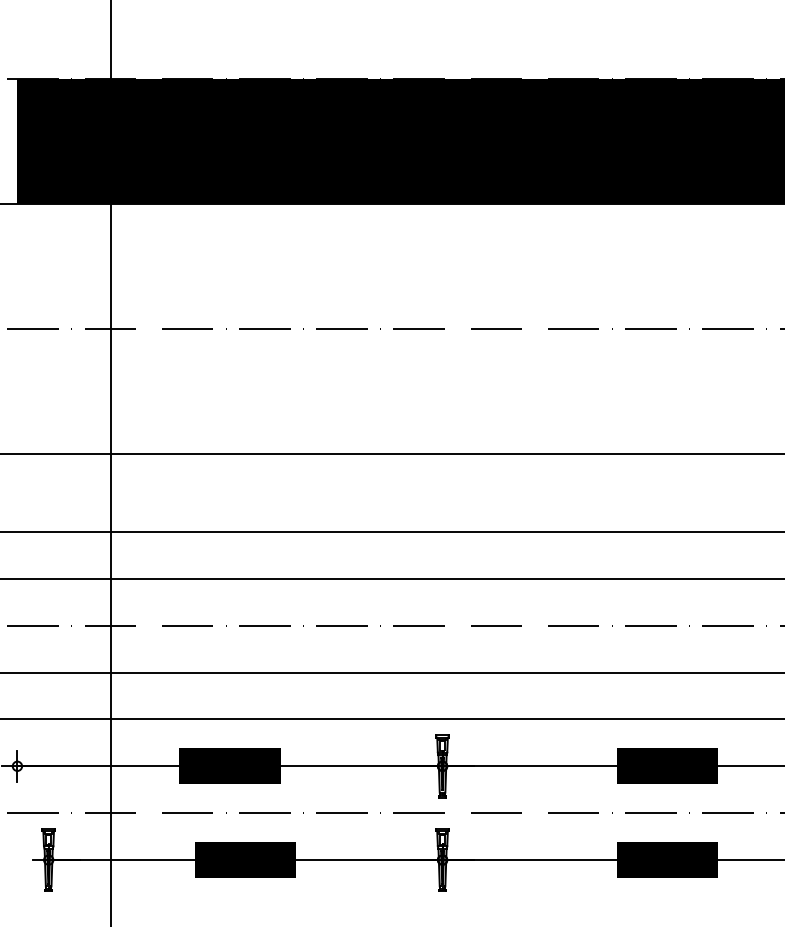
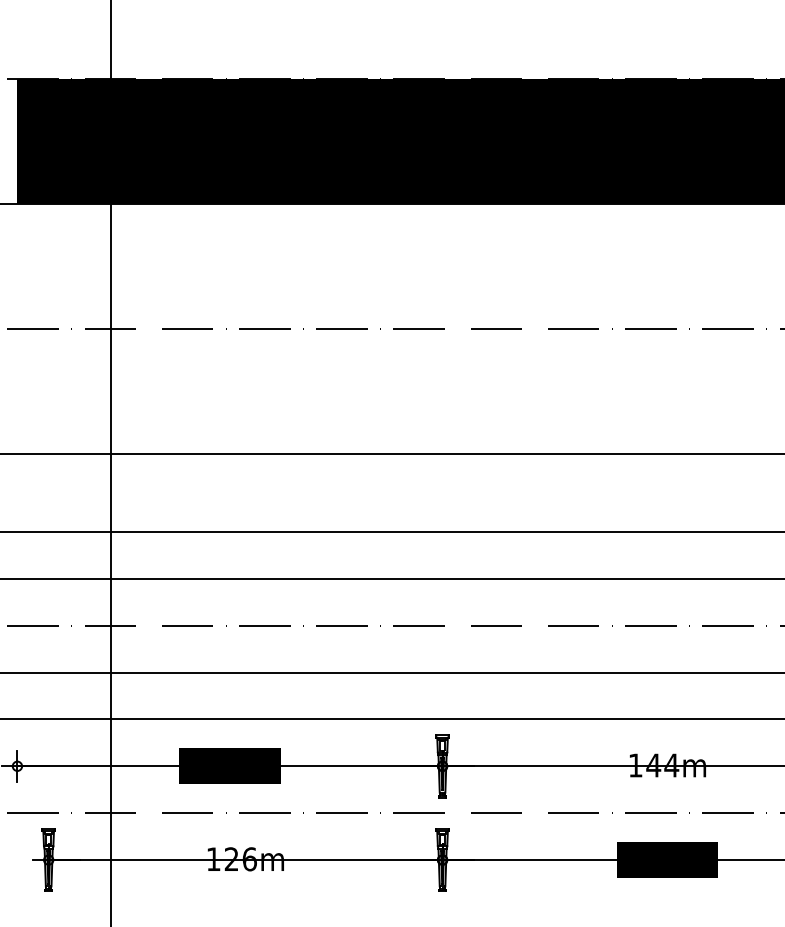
fill at (667, 766): present -> none
fill at (245, 860): present -> none
